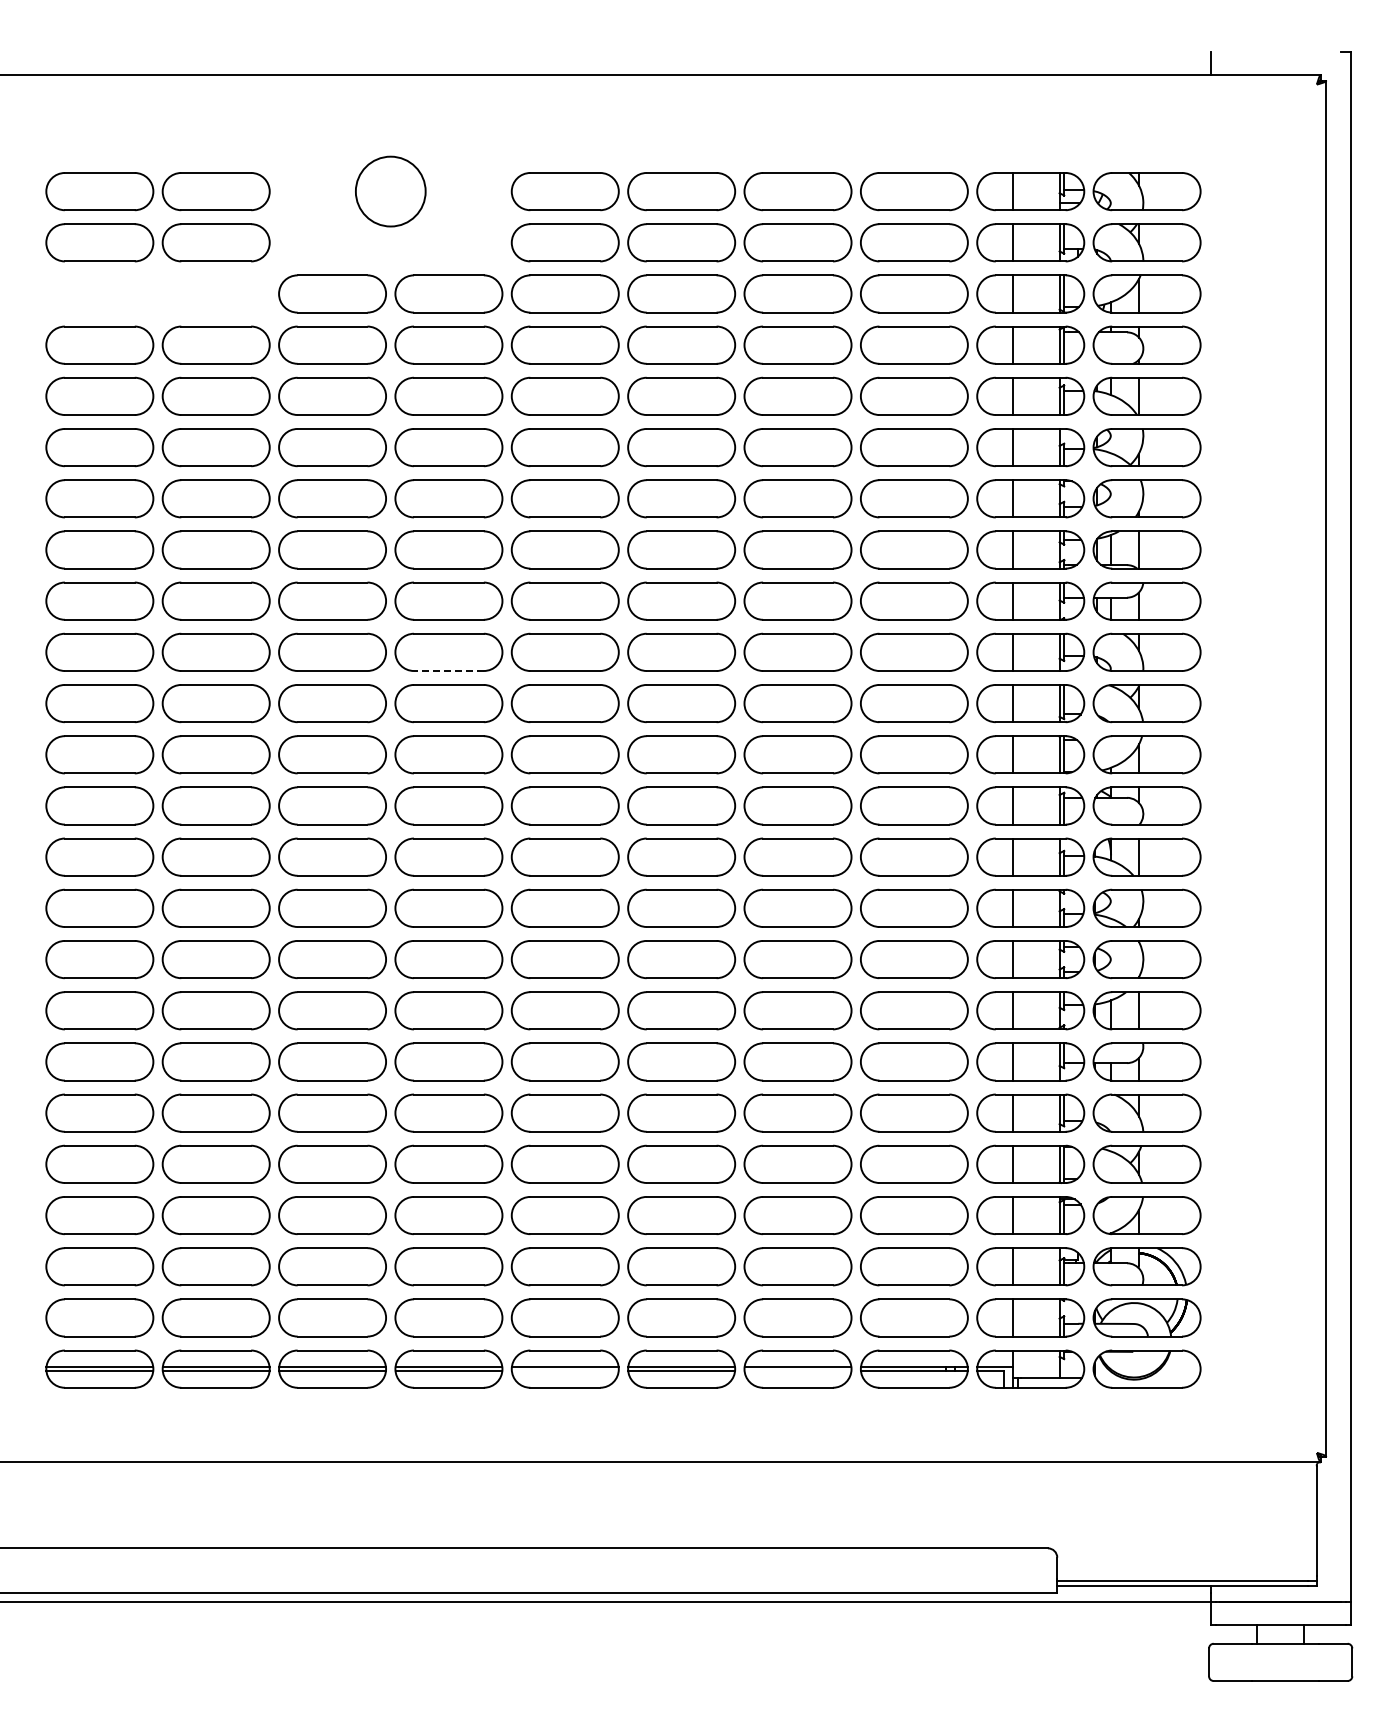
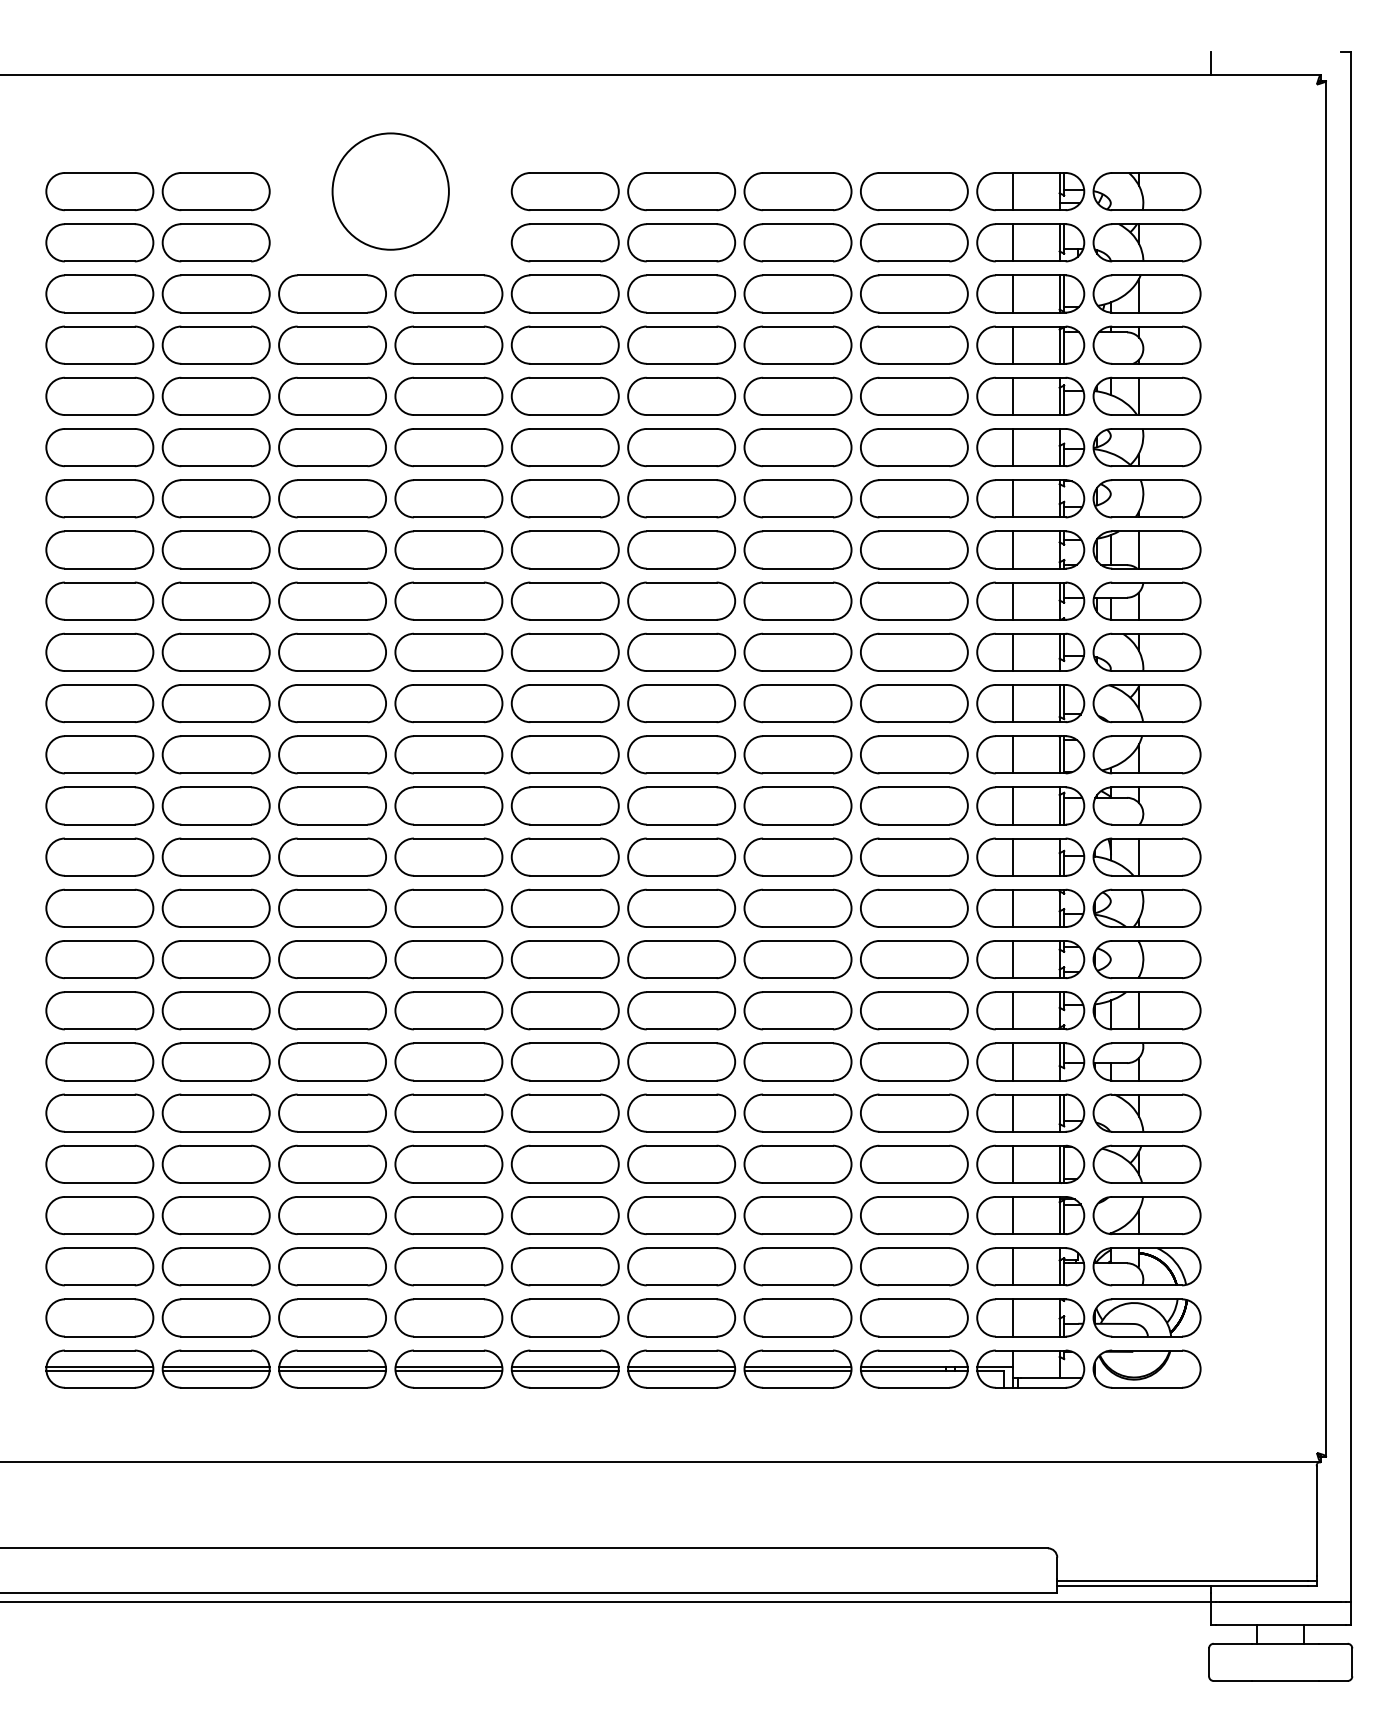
circle at (390, 191) diameter: 70 px -> 116 px
part at (157, 293): none -> present
line at (448, 671): dashed -> solid
line at (564, 1371): none -> present
line at (797, 1371): none -> present
